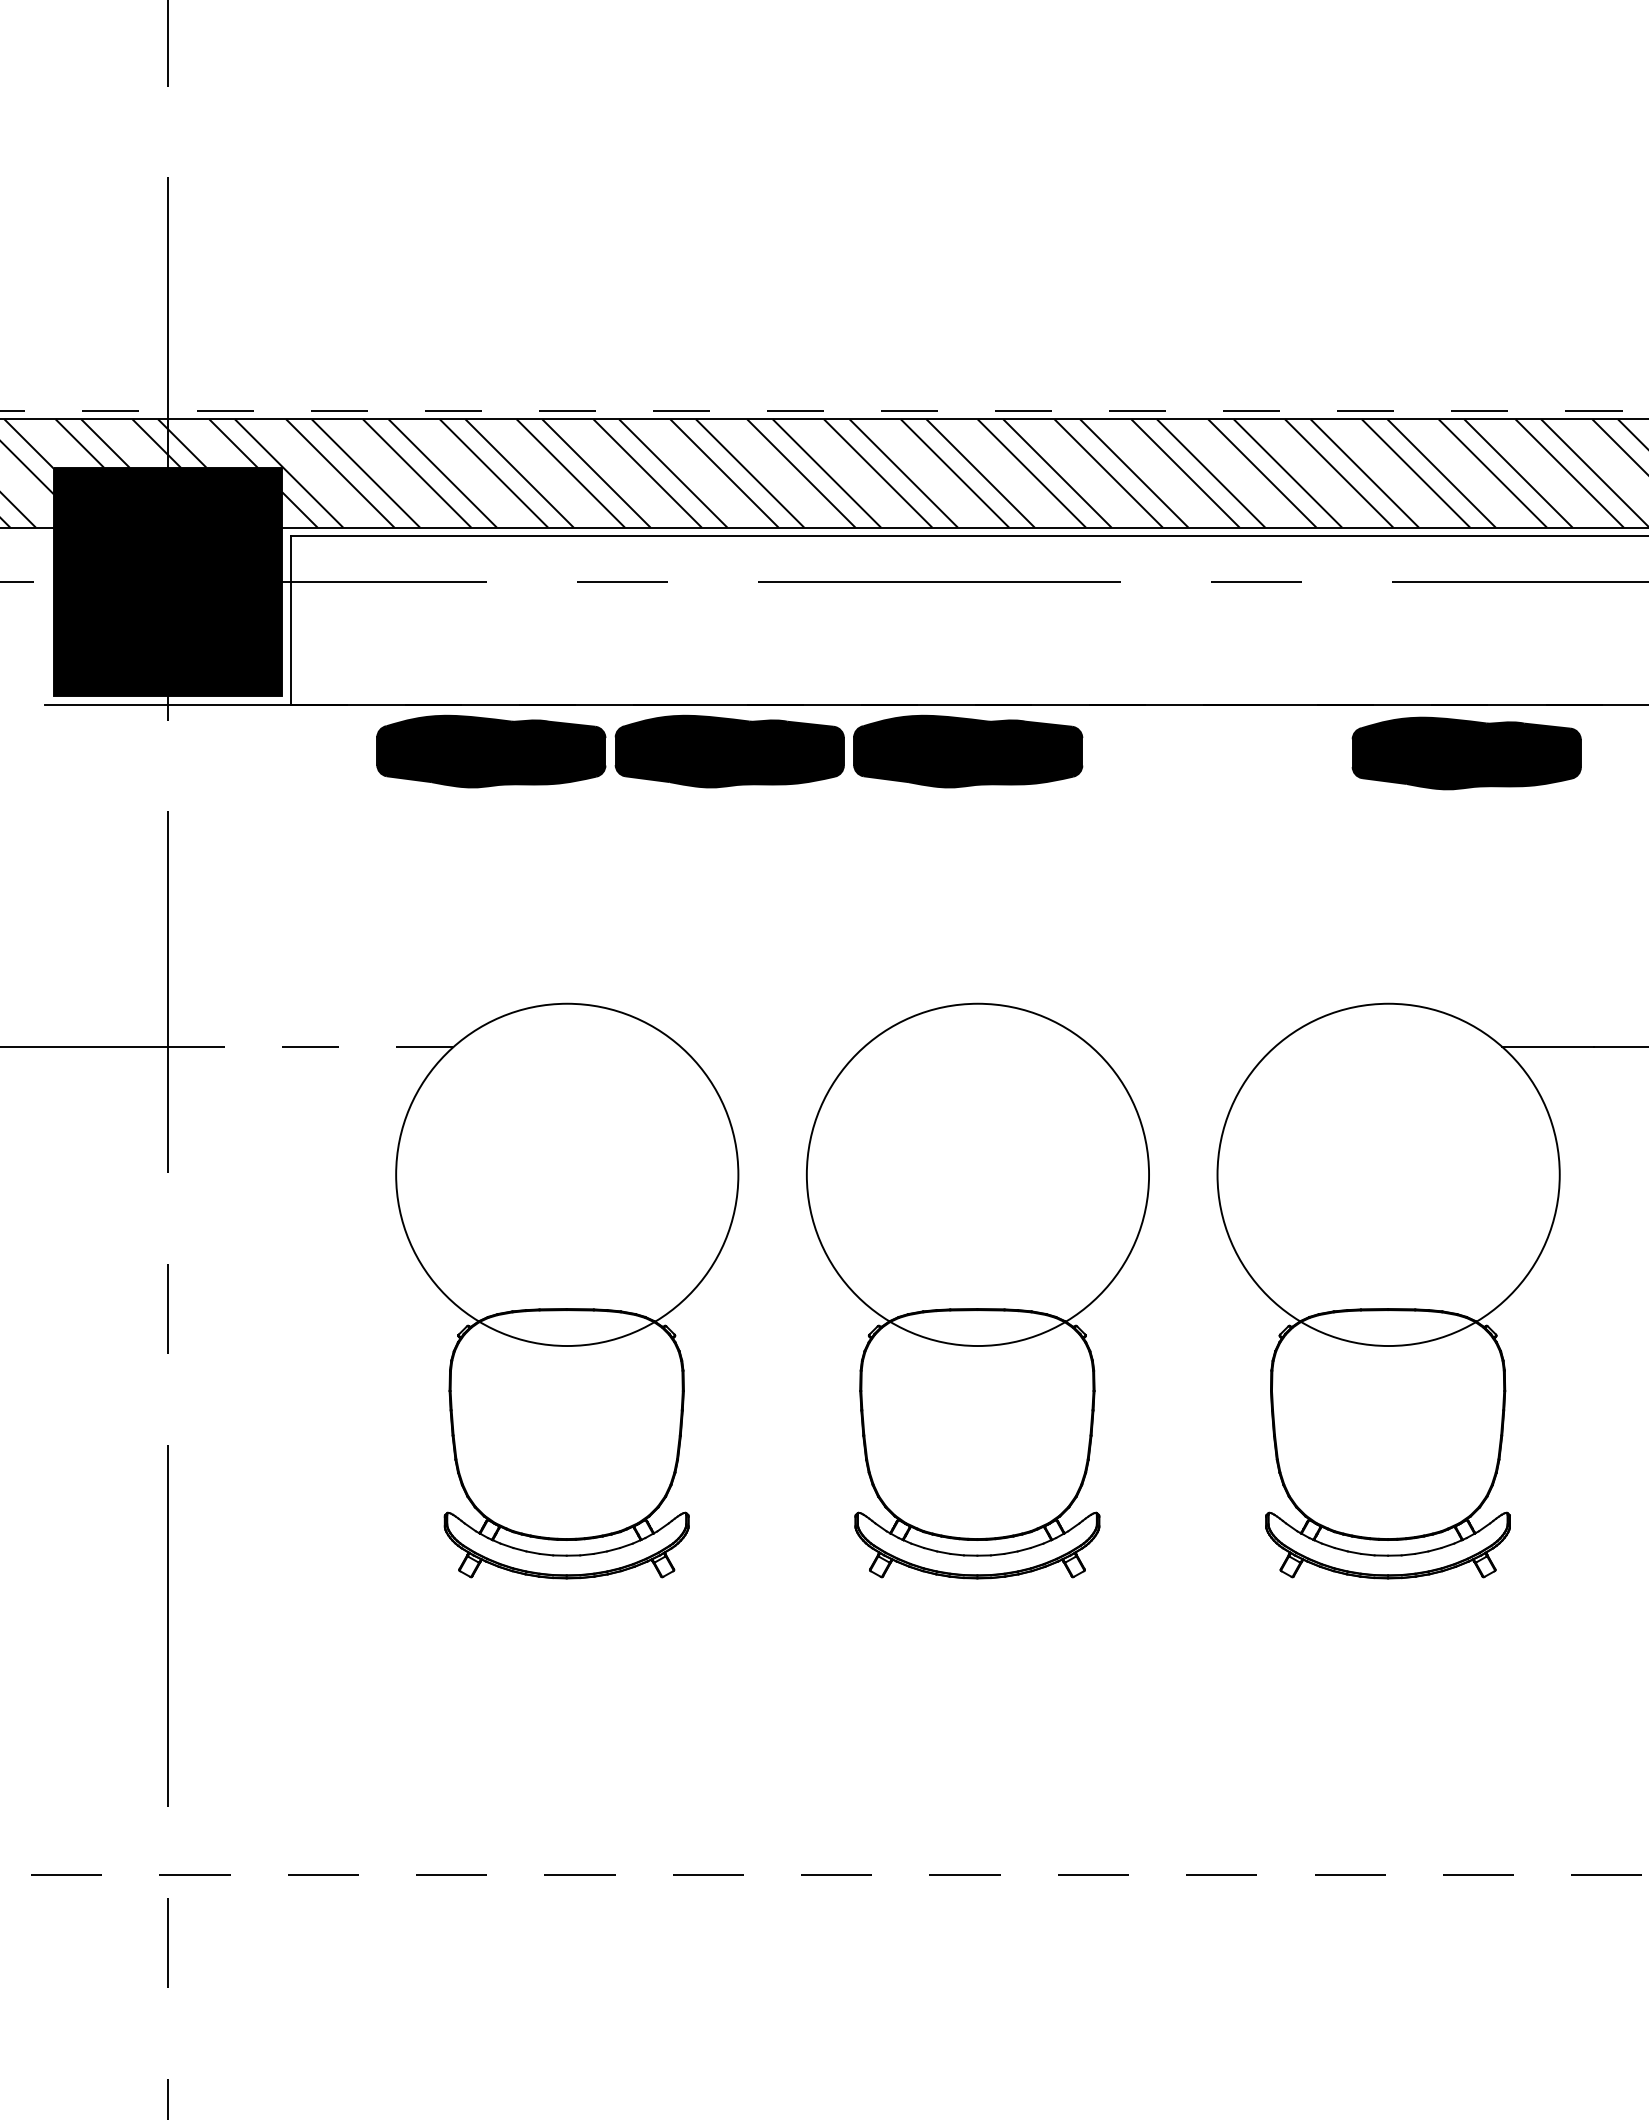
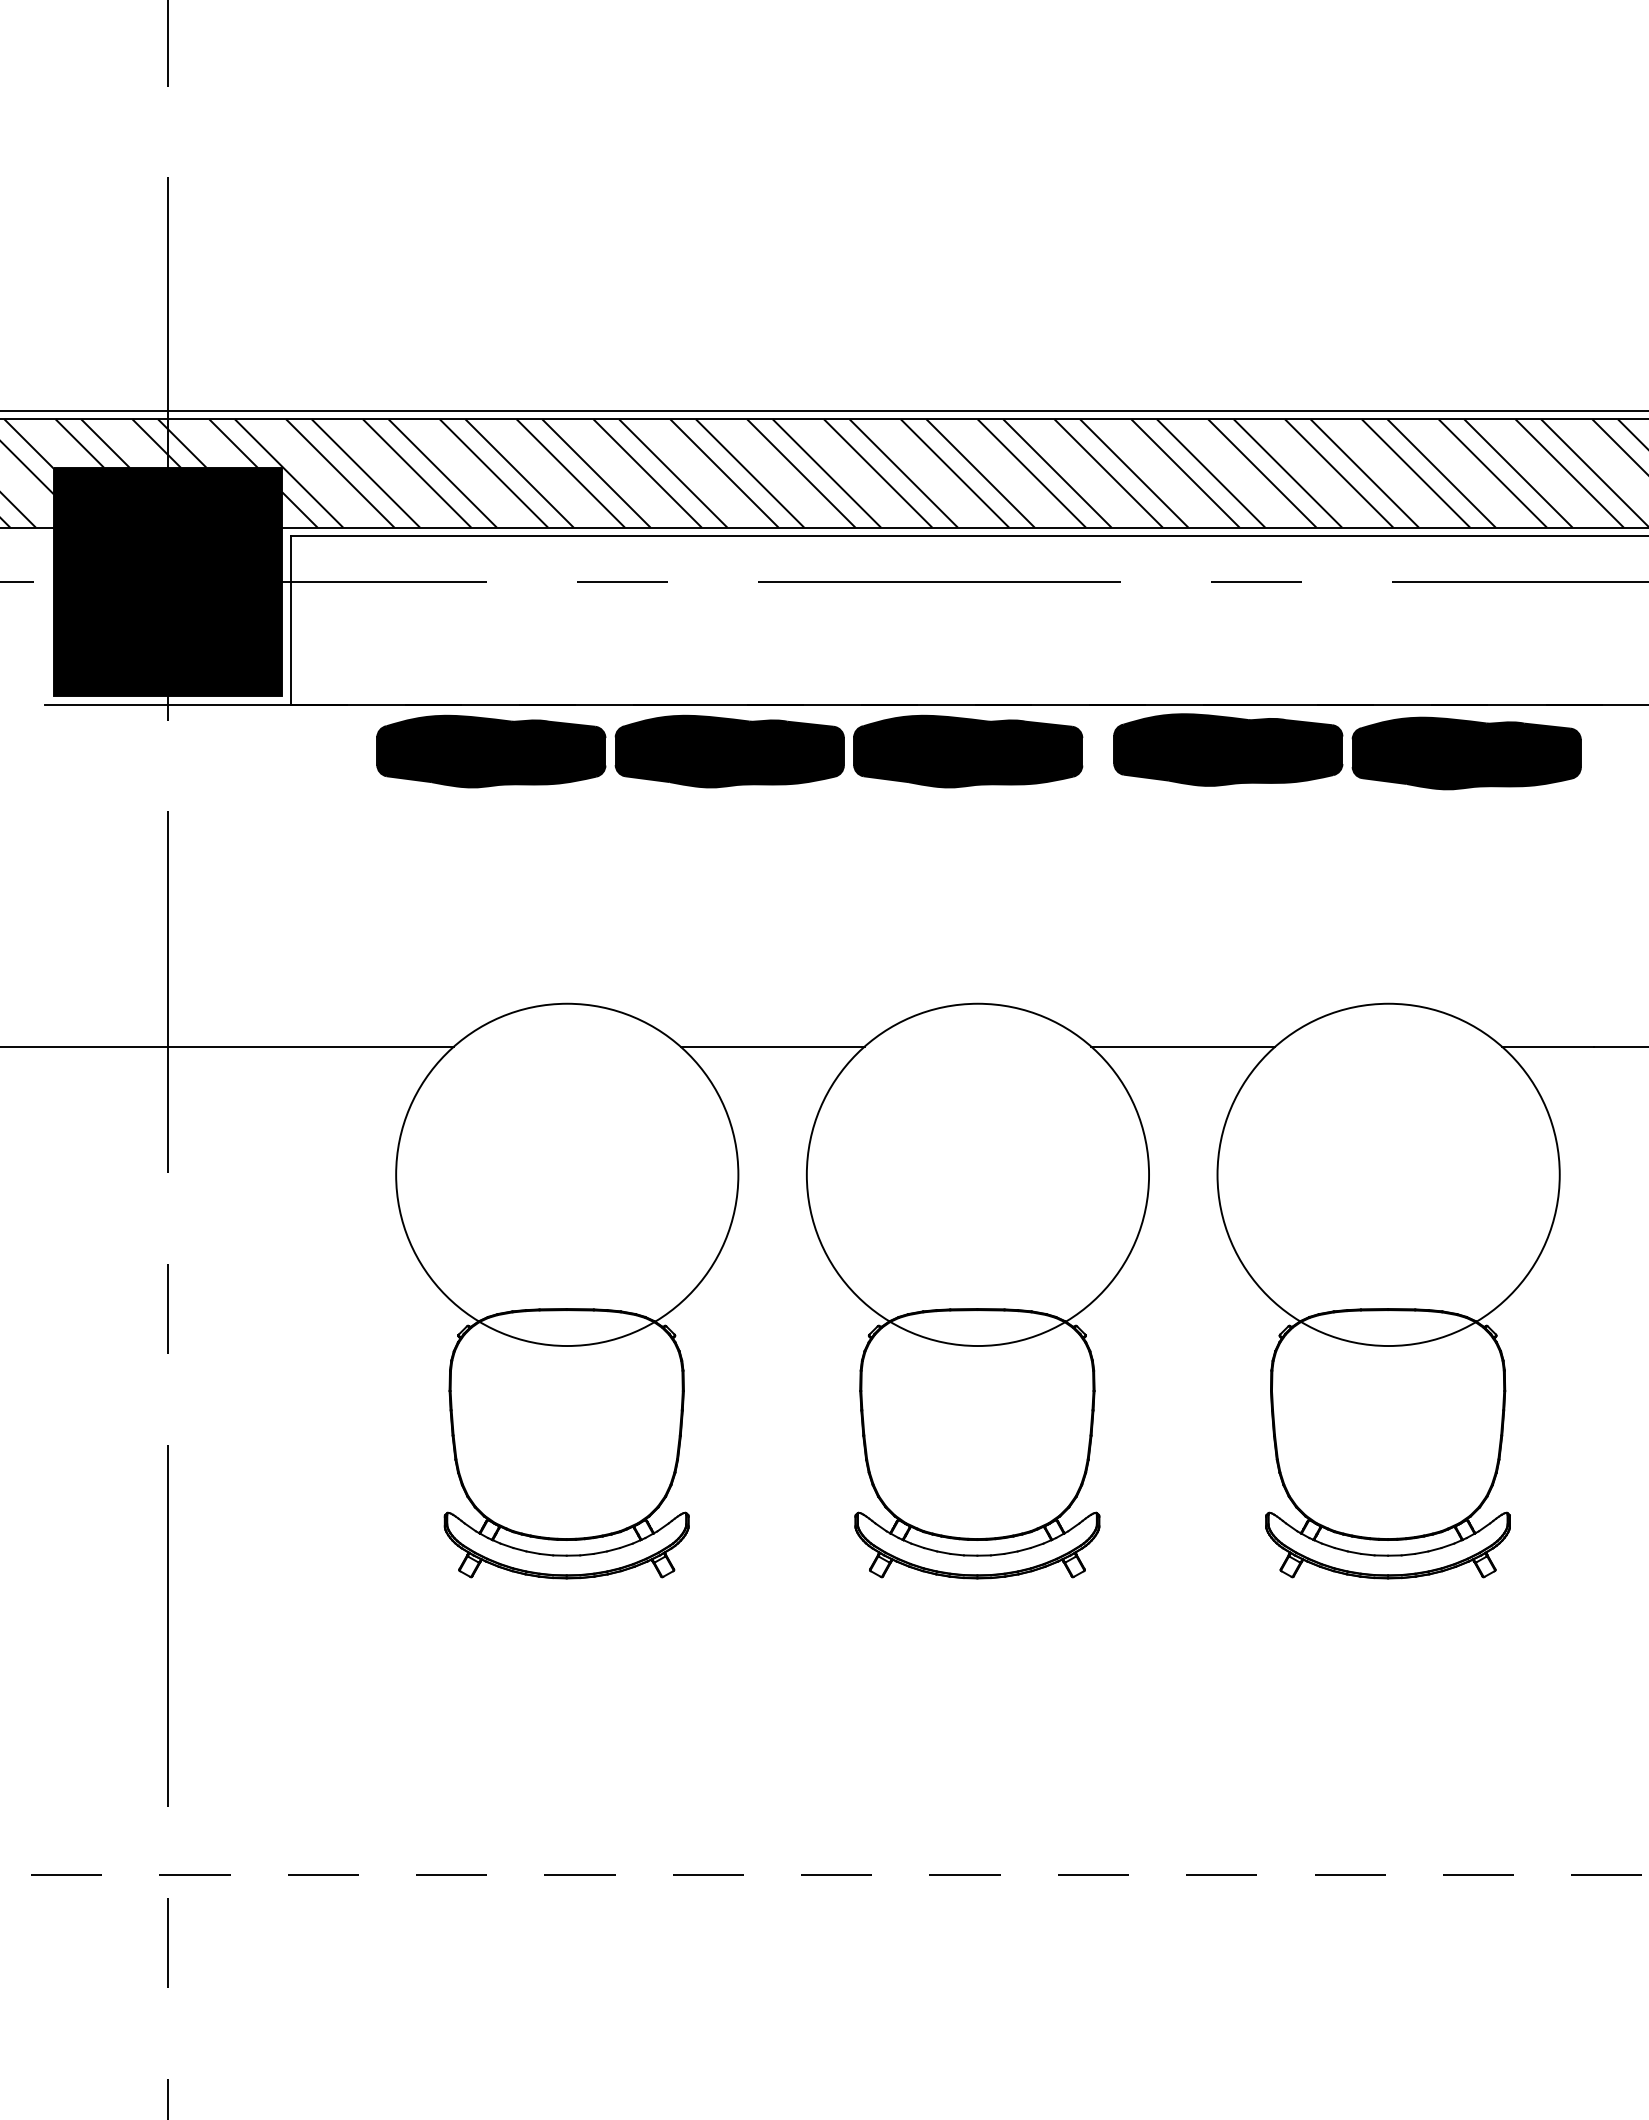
line at (824, 410): dashed -> solid
part at (1228, 749): none -> present
line at (310, 1046): dashed -> solid
line at (772, 1046): none -> present
line at (1183, 1046): none -> present
